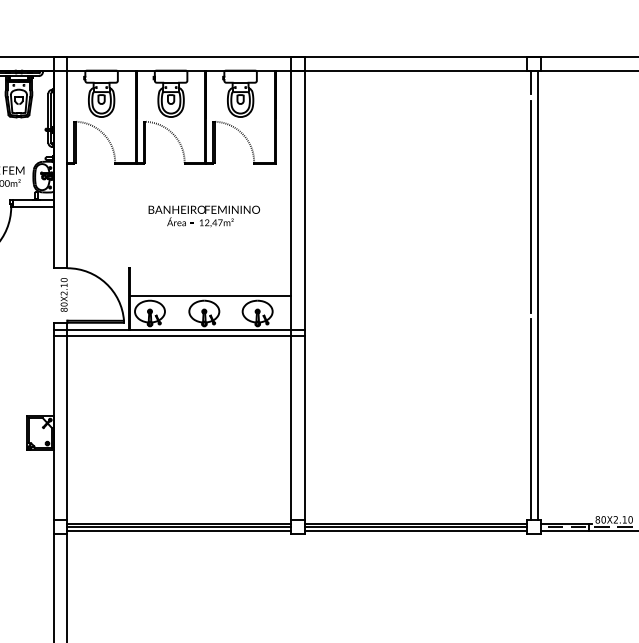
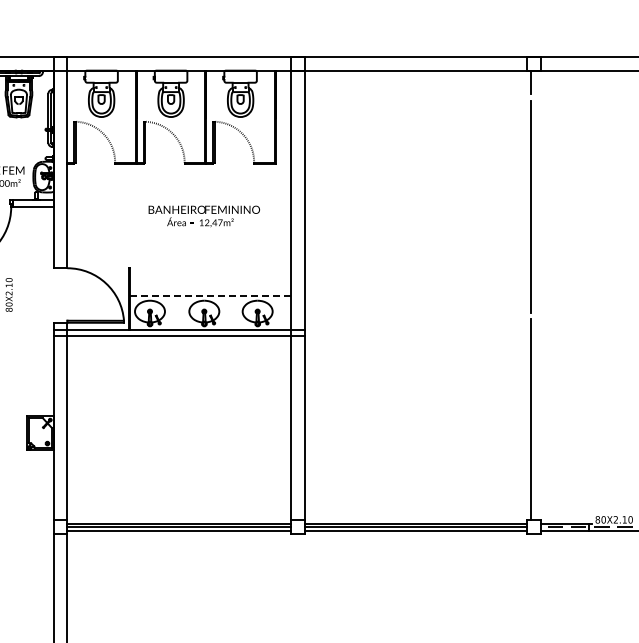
text at (63, 294) position: (63, 294) -> (8, 294)
line at (210, 295): solid -> dashed
line at (537, 295): present -> none
